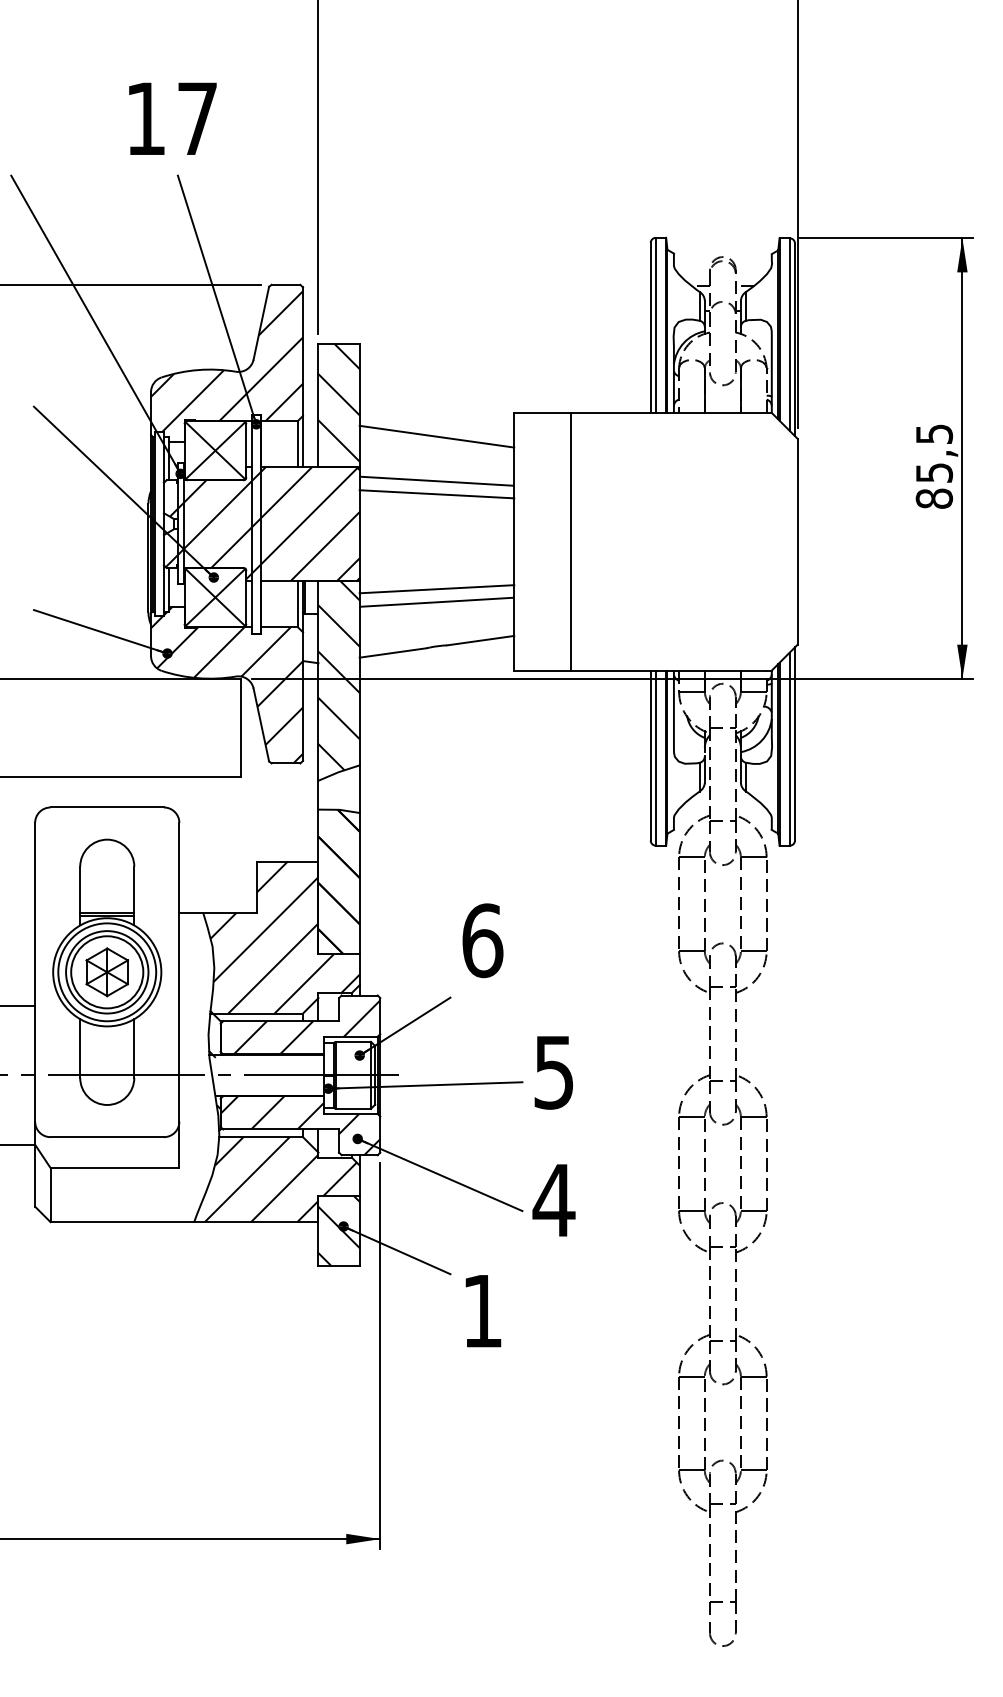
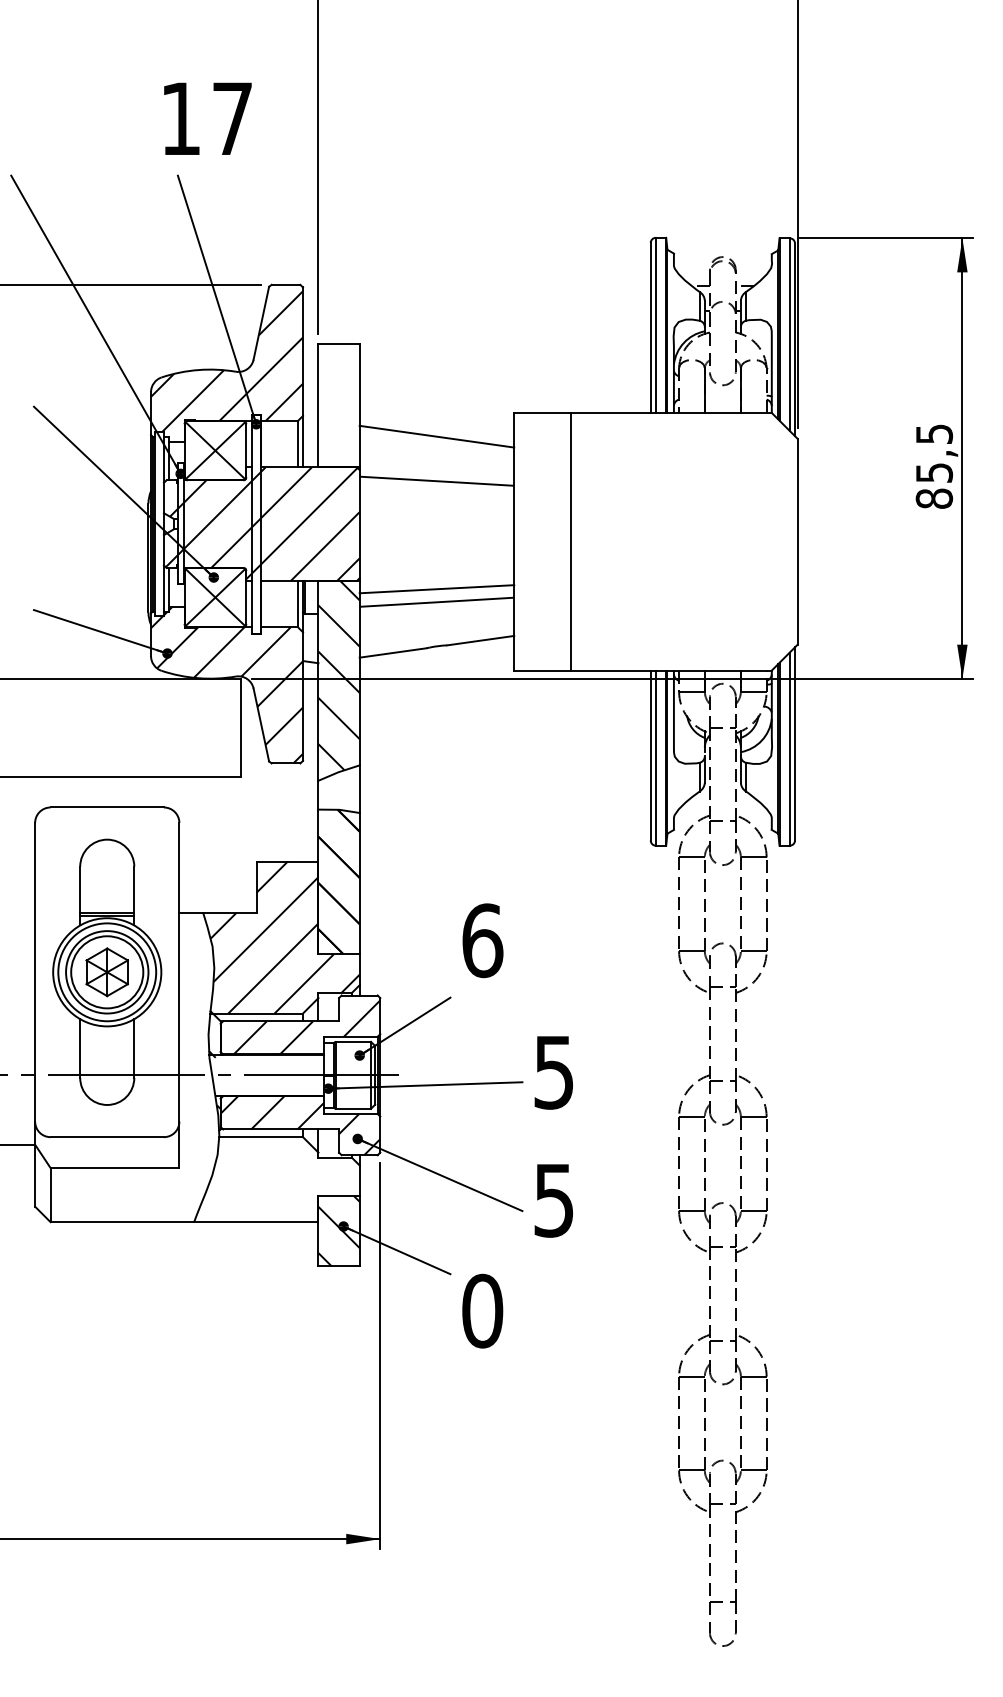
text at (172, 118) position: (172, 118) -> (207, 118)
hatch at (338, 405): present -> none
line at (436, 494): present -> none
line at (18, 1005): present -> none
hatch at (280, 1179): present -> none
text at (553, 1200): 4 -> 5
text at (482, 1310): 1 -> 0
